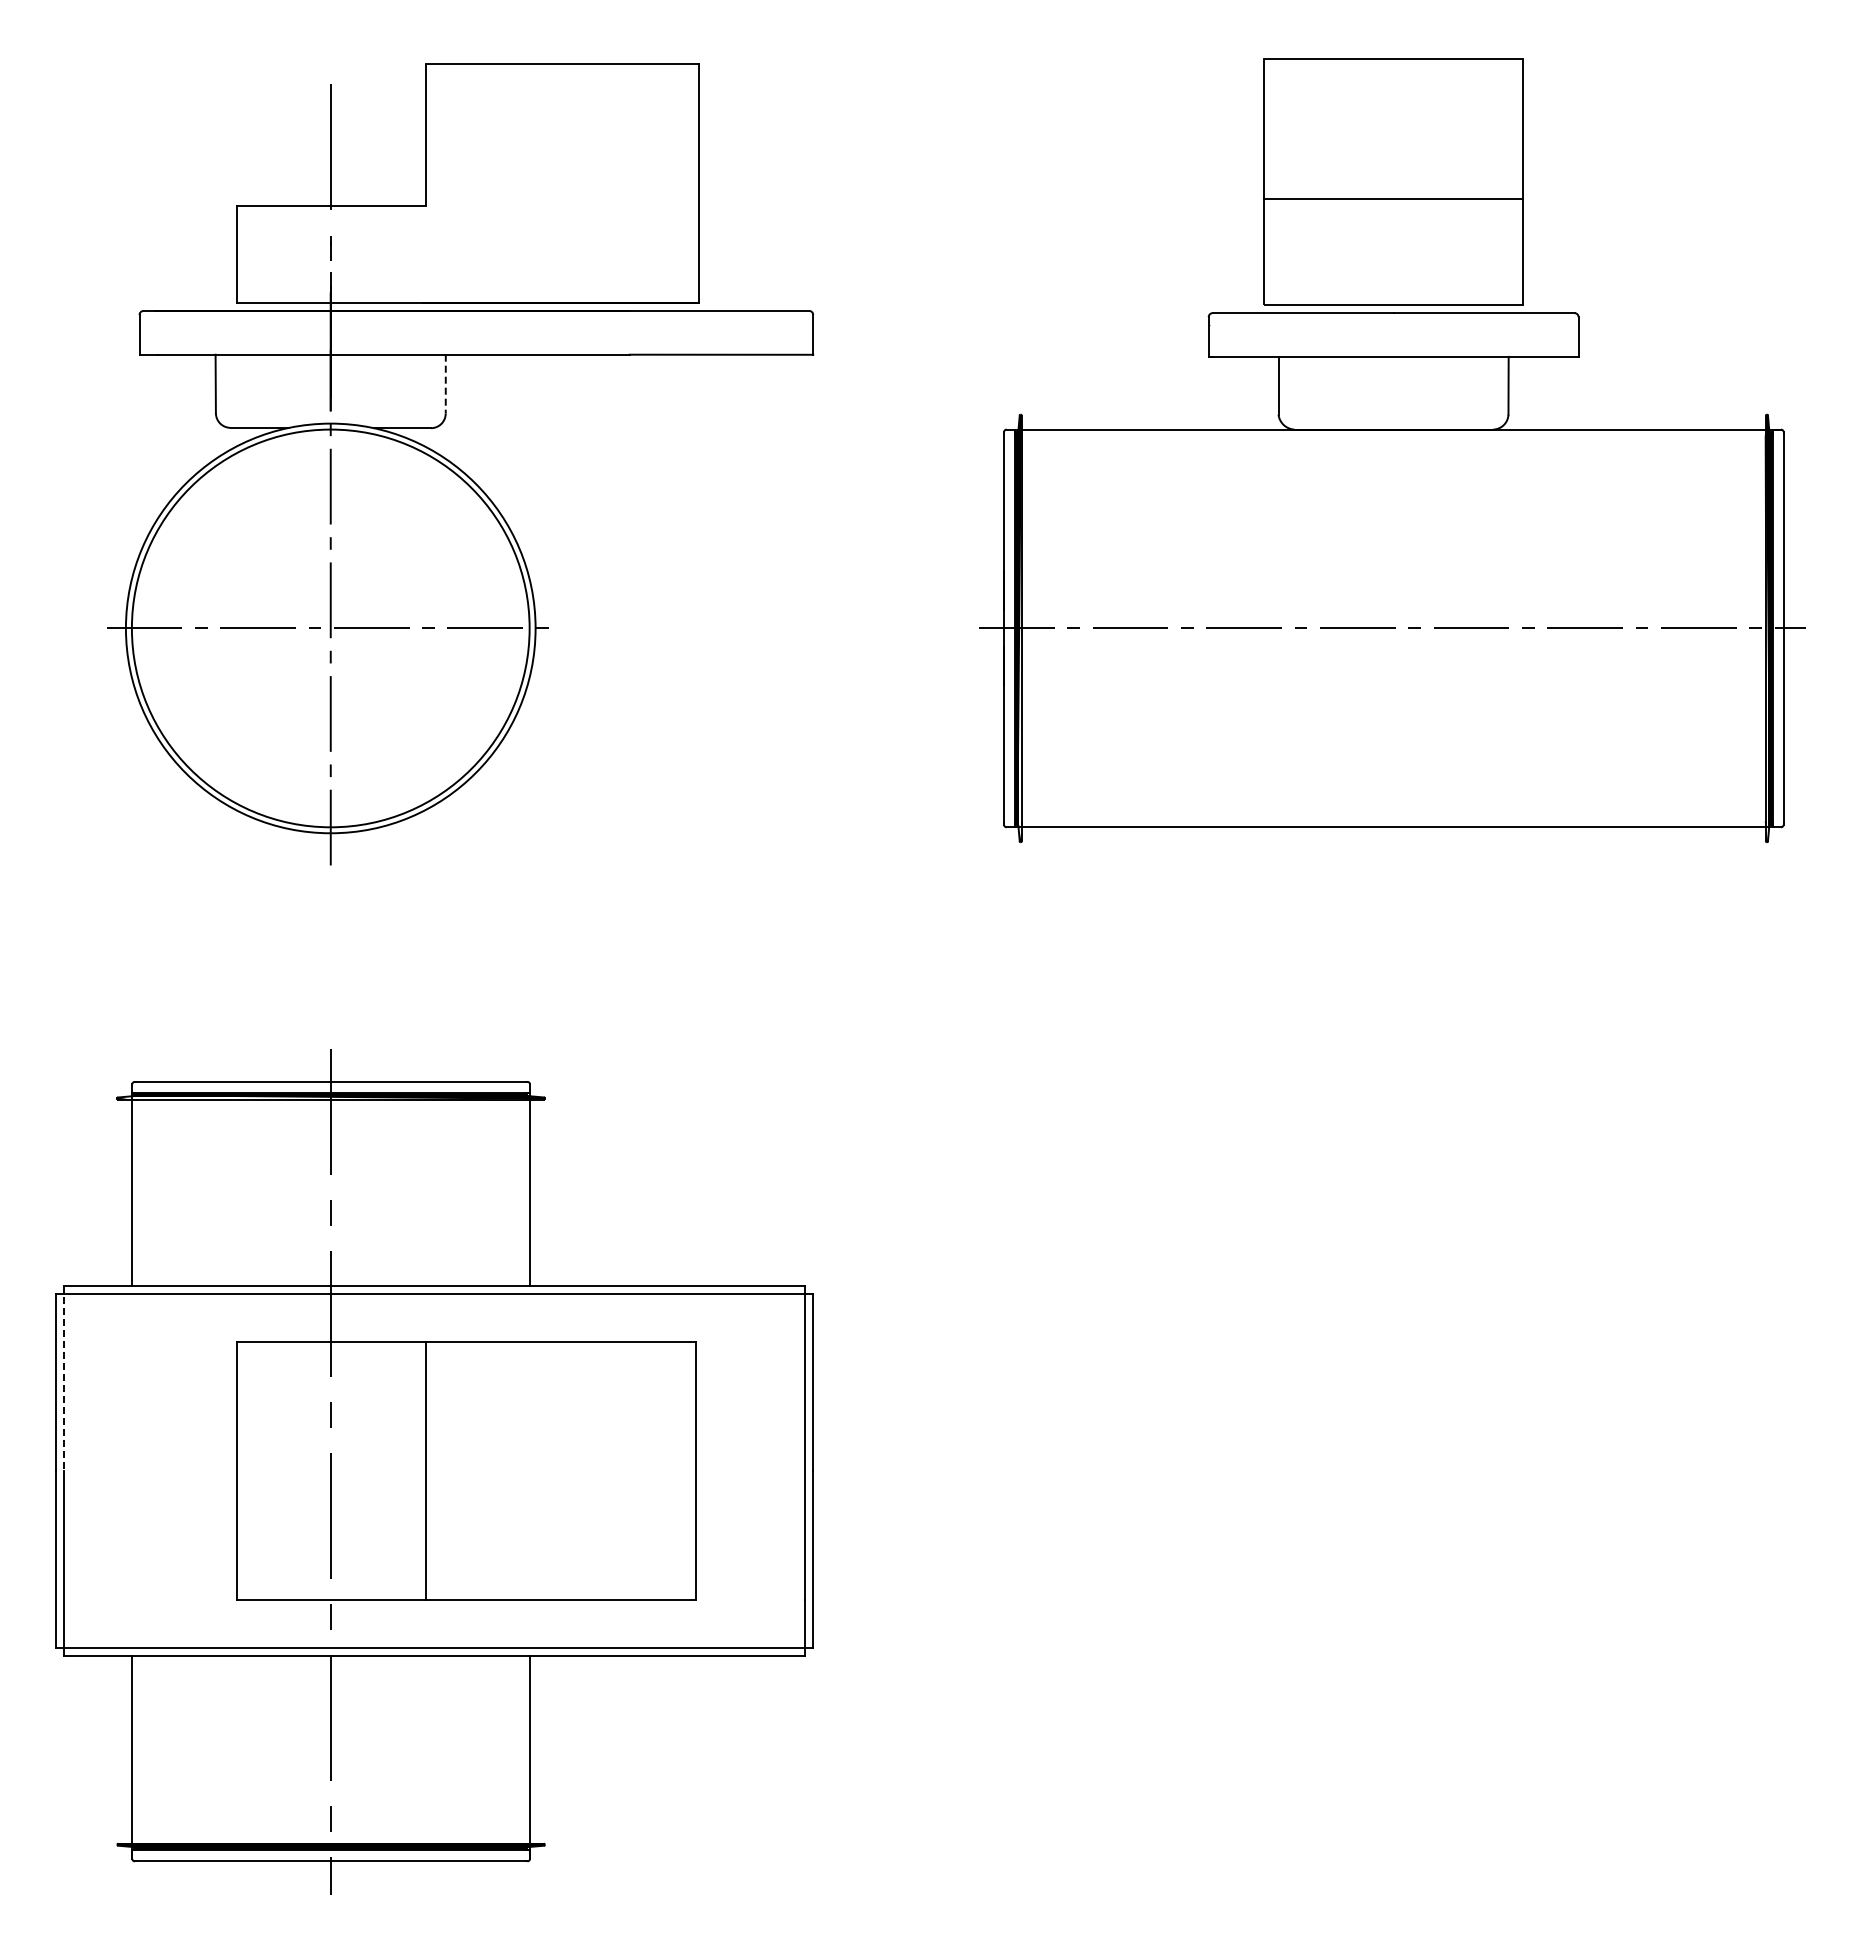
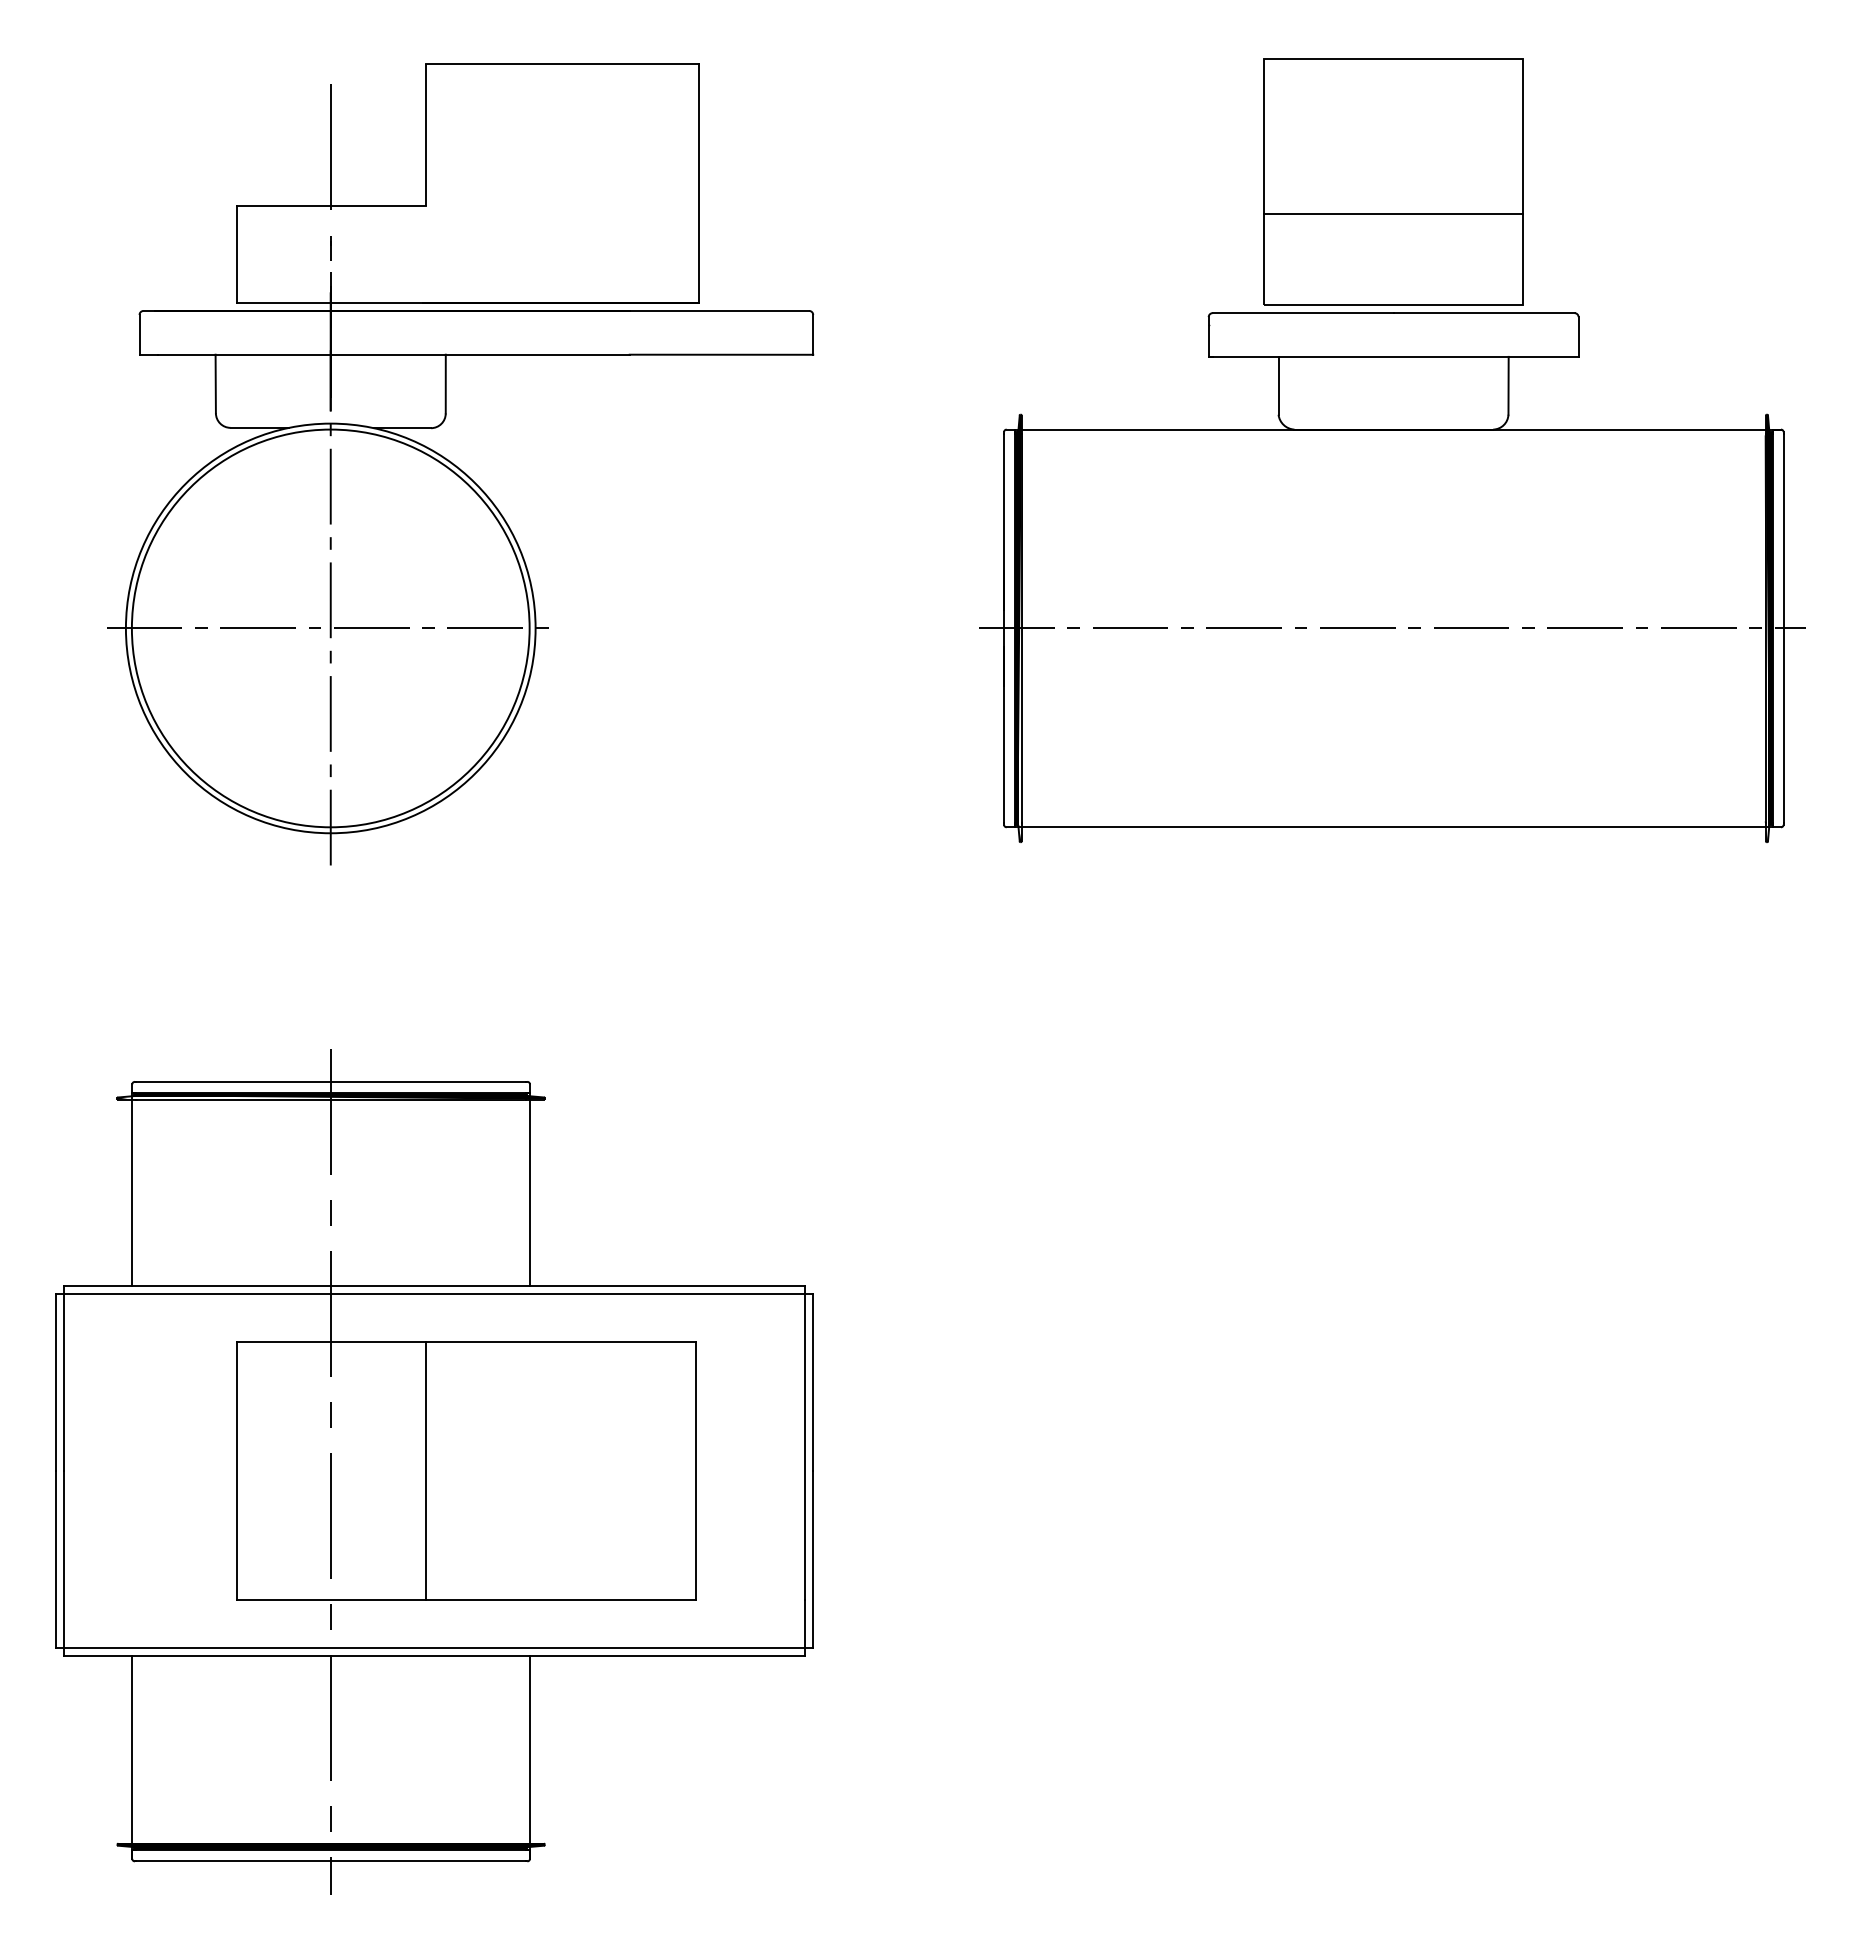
line at (1393, 198) position: (1393, 198) -> (1393, 213)
line at (445, 384): dashed -> solid
line at (63, 1379): dashed -> solid
